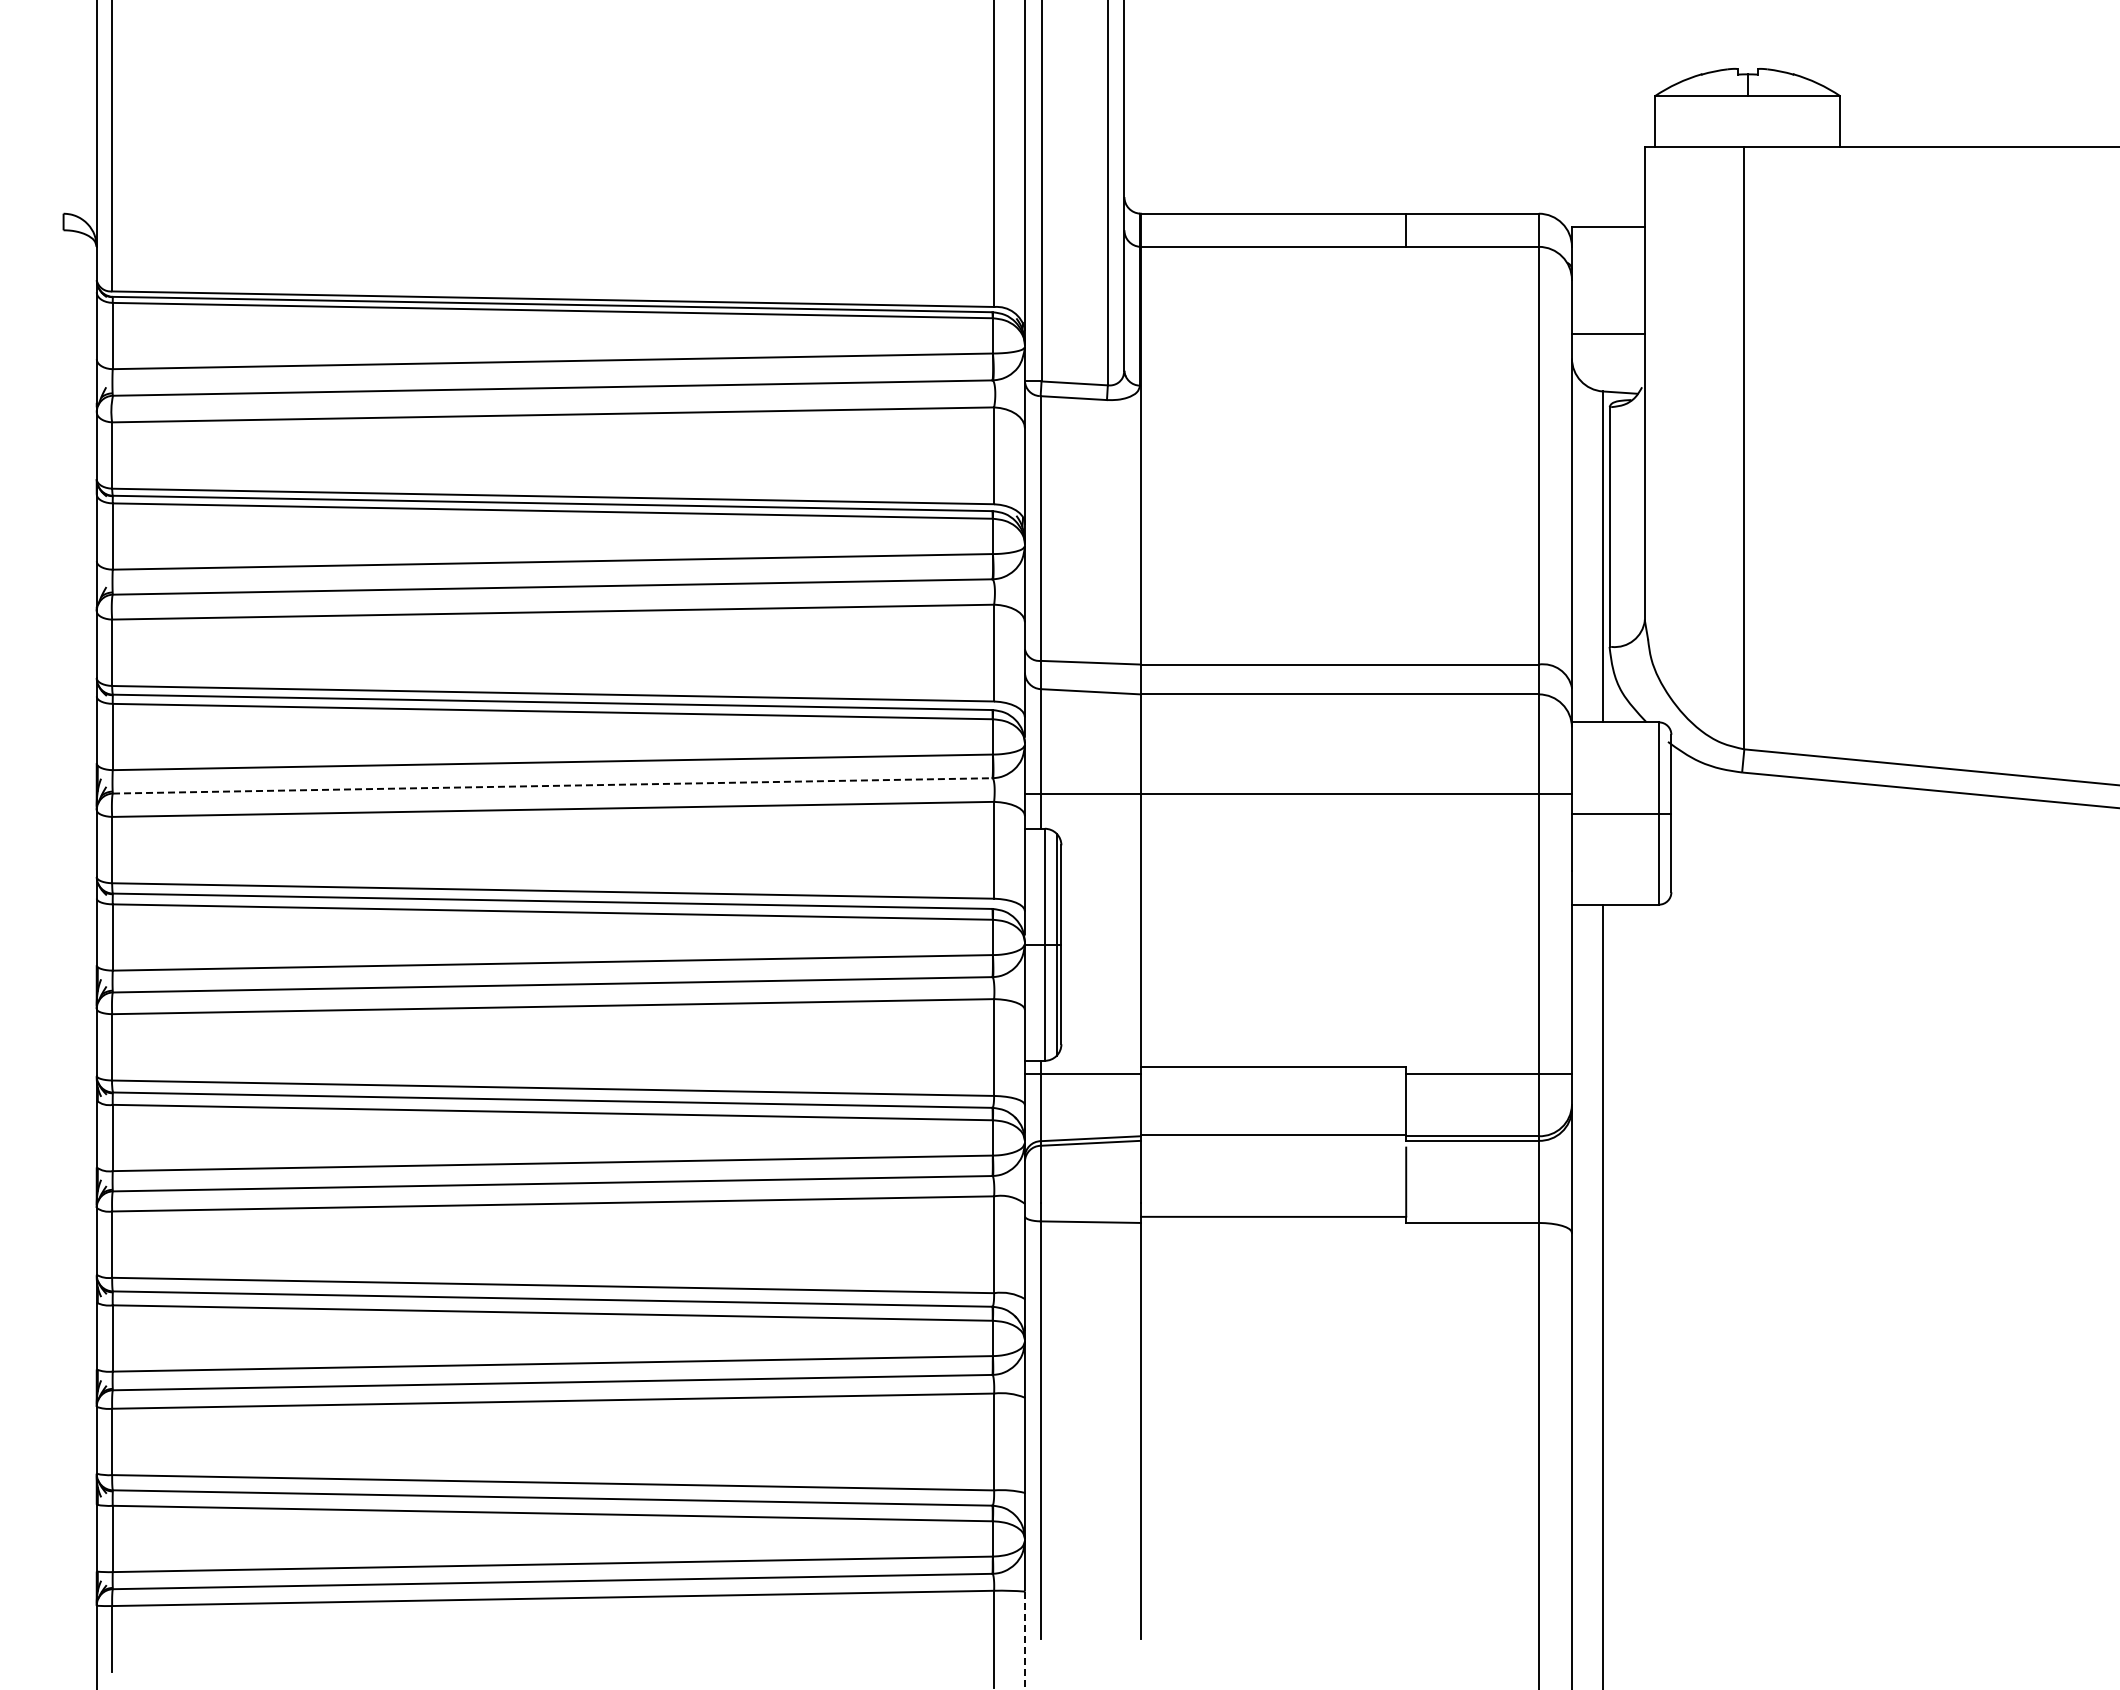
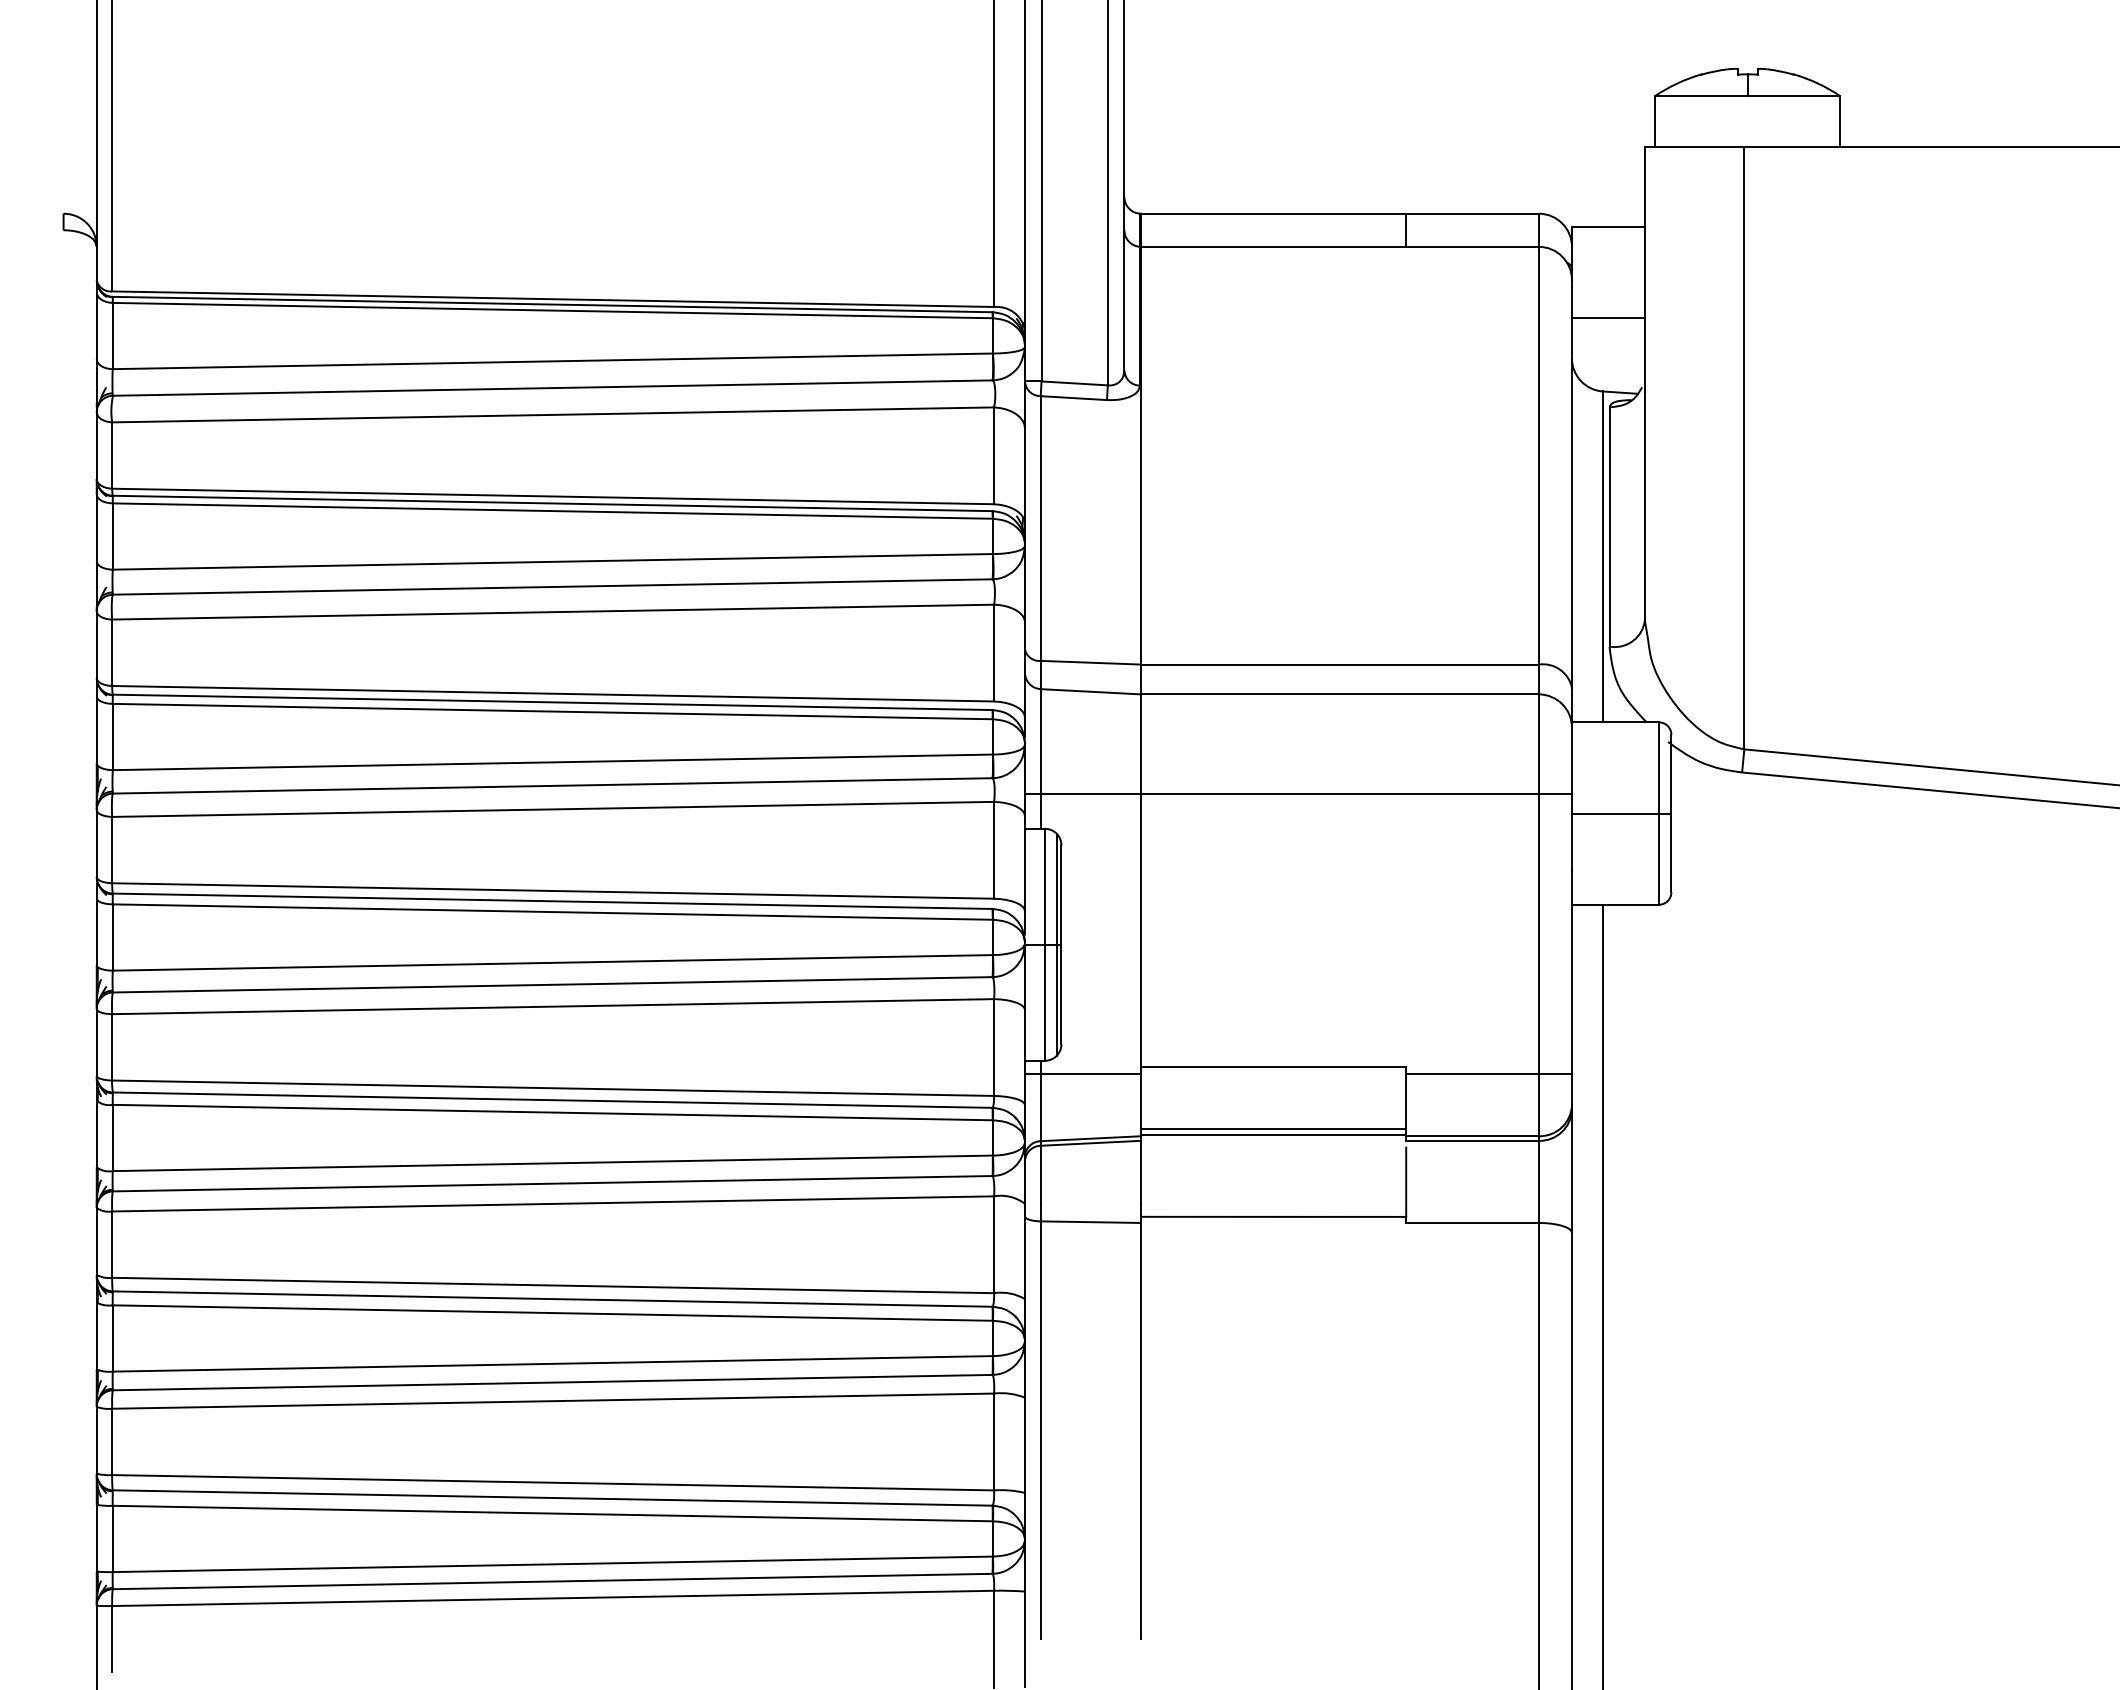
line at (1607, 333) position: (1607, 333) -> (1607, 317)
line at (552, 785): dashed -> solid
line at (1273, 1128): none -> present
line at (1024, 1639): dashed -> solid
